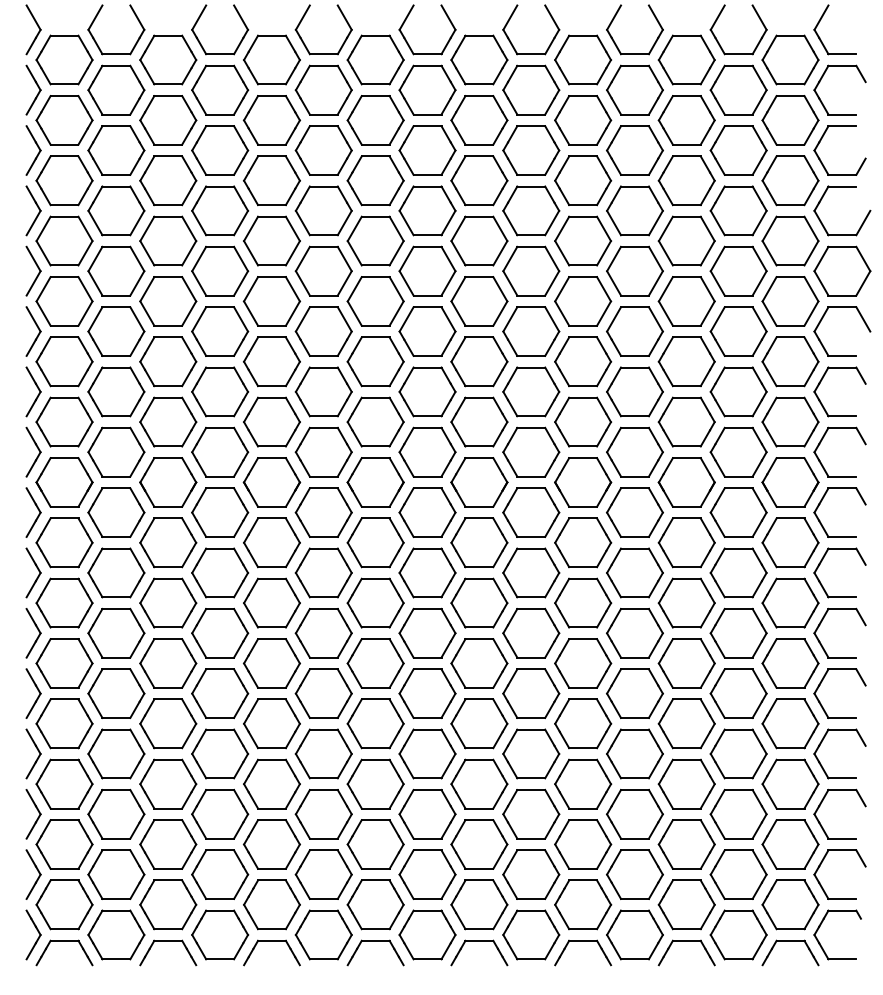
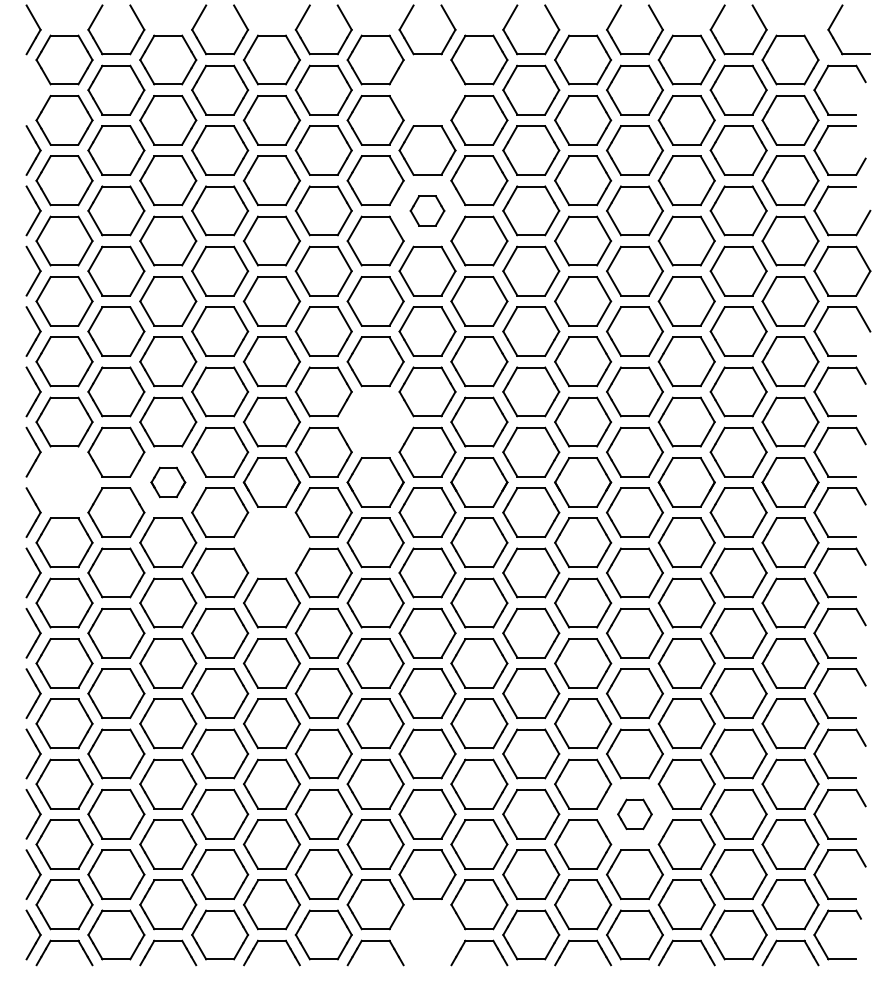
part at (820, 21) position: (820, 21) -> (834, 21)
part at (33, 89): present -> none
part at (427, 89): present -> none
part at (427, 210) size: 59x52 px -> 37x32 px
part at (375, 421): present -> none
part at (64, 482): present -> none
part at (168, 482) size: 59x51 px -> 37x33 px
part at (271, 542): present -> none
part at (634, 814) size: 58x51 px -> 36x32 px
part at (427, 934): present -> none
